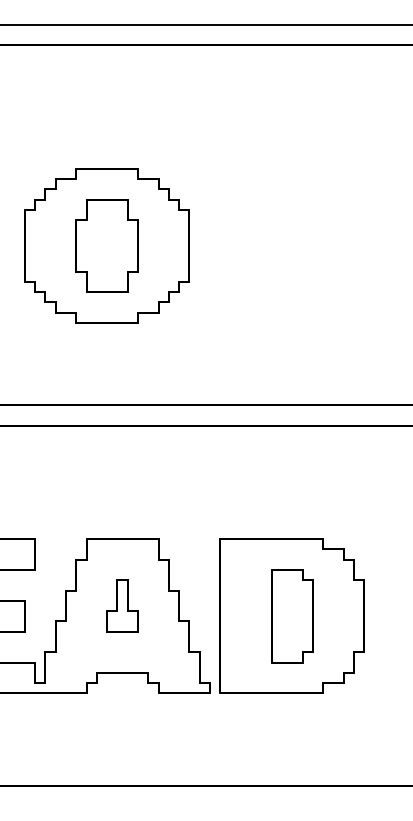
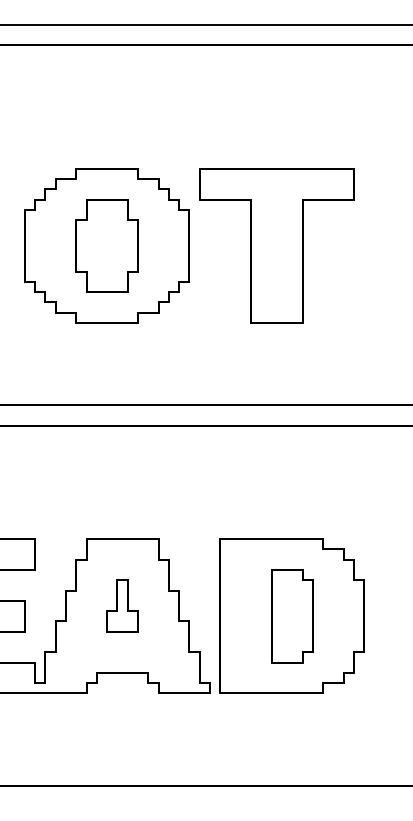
part at (276, 245): none -> present
